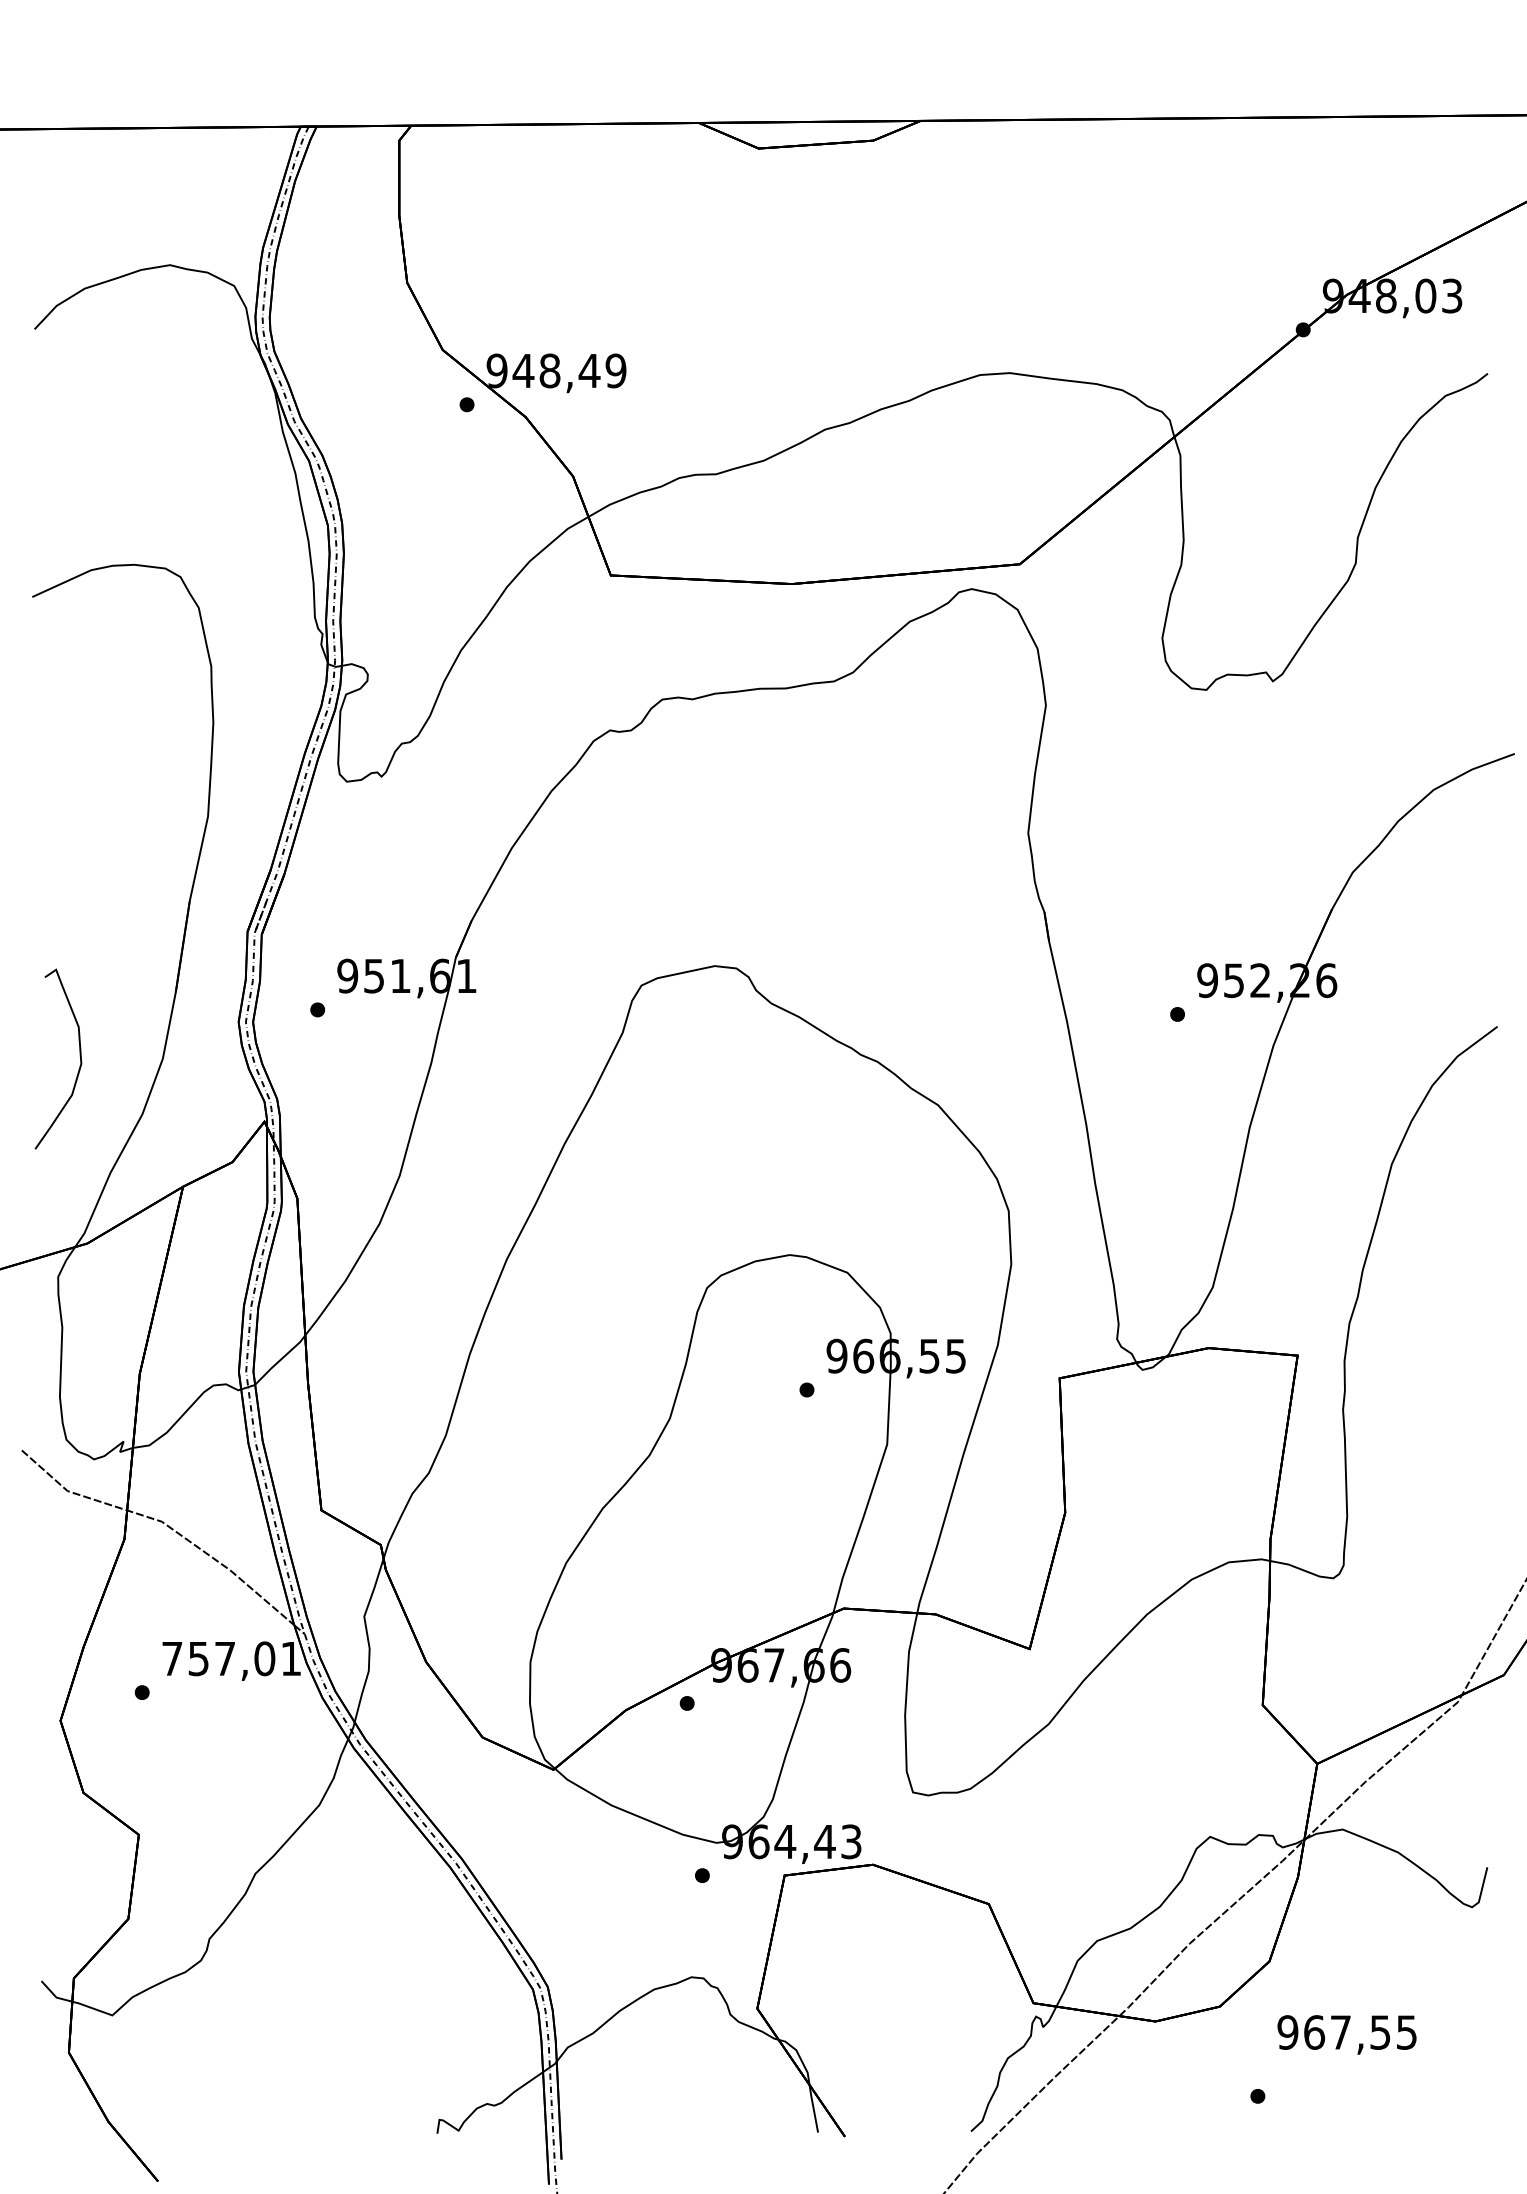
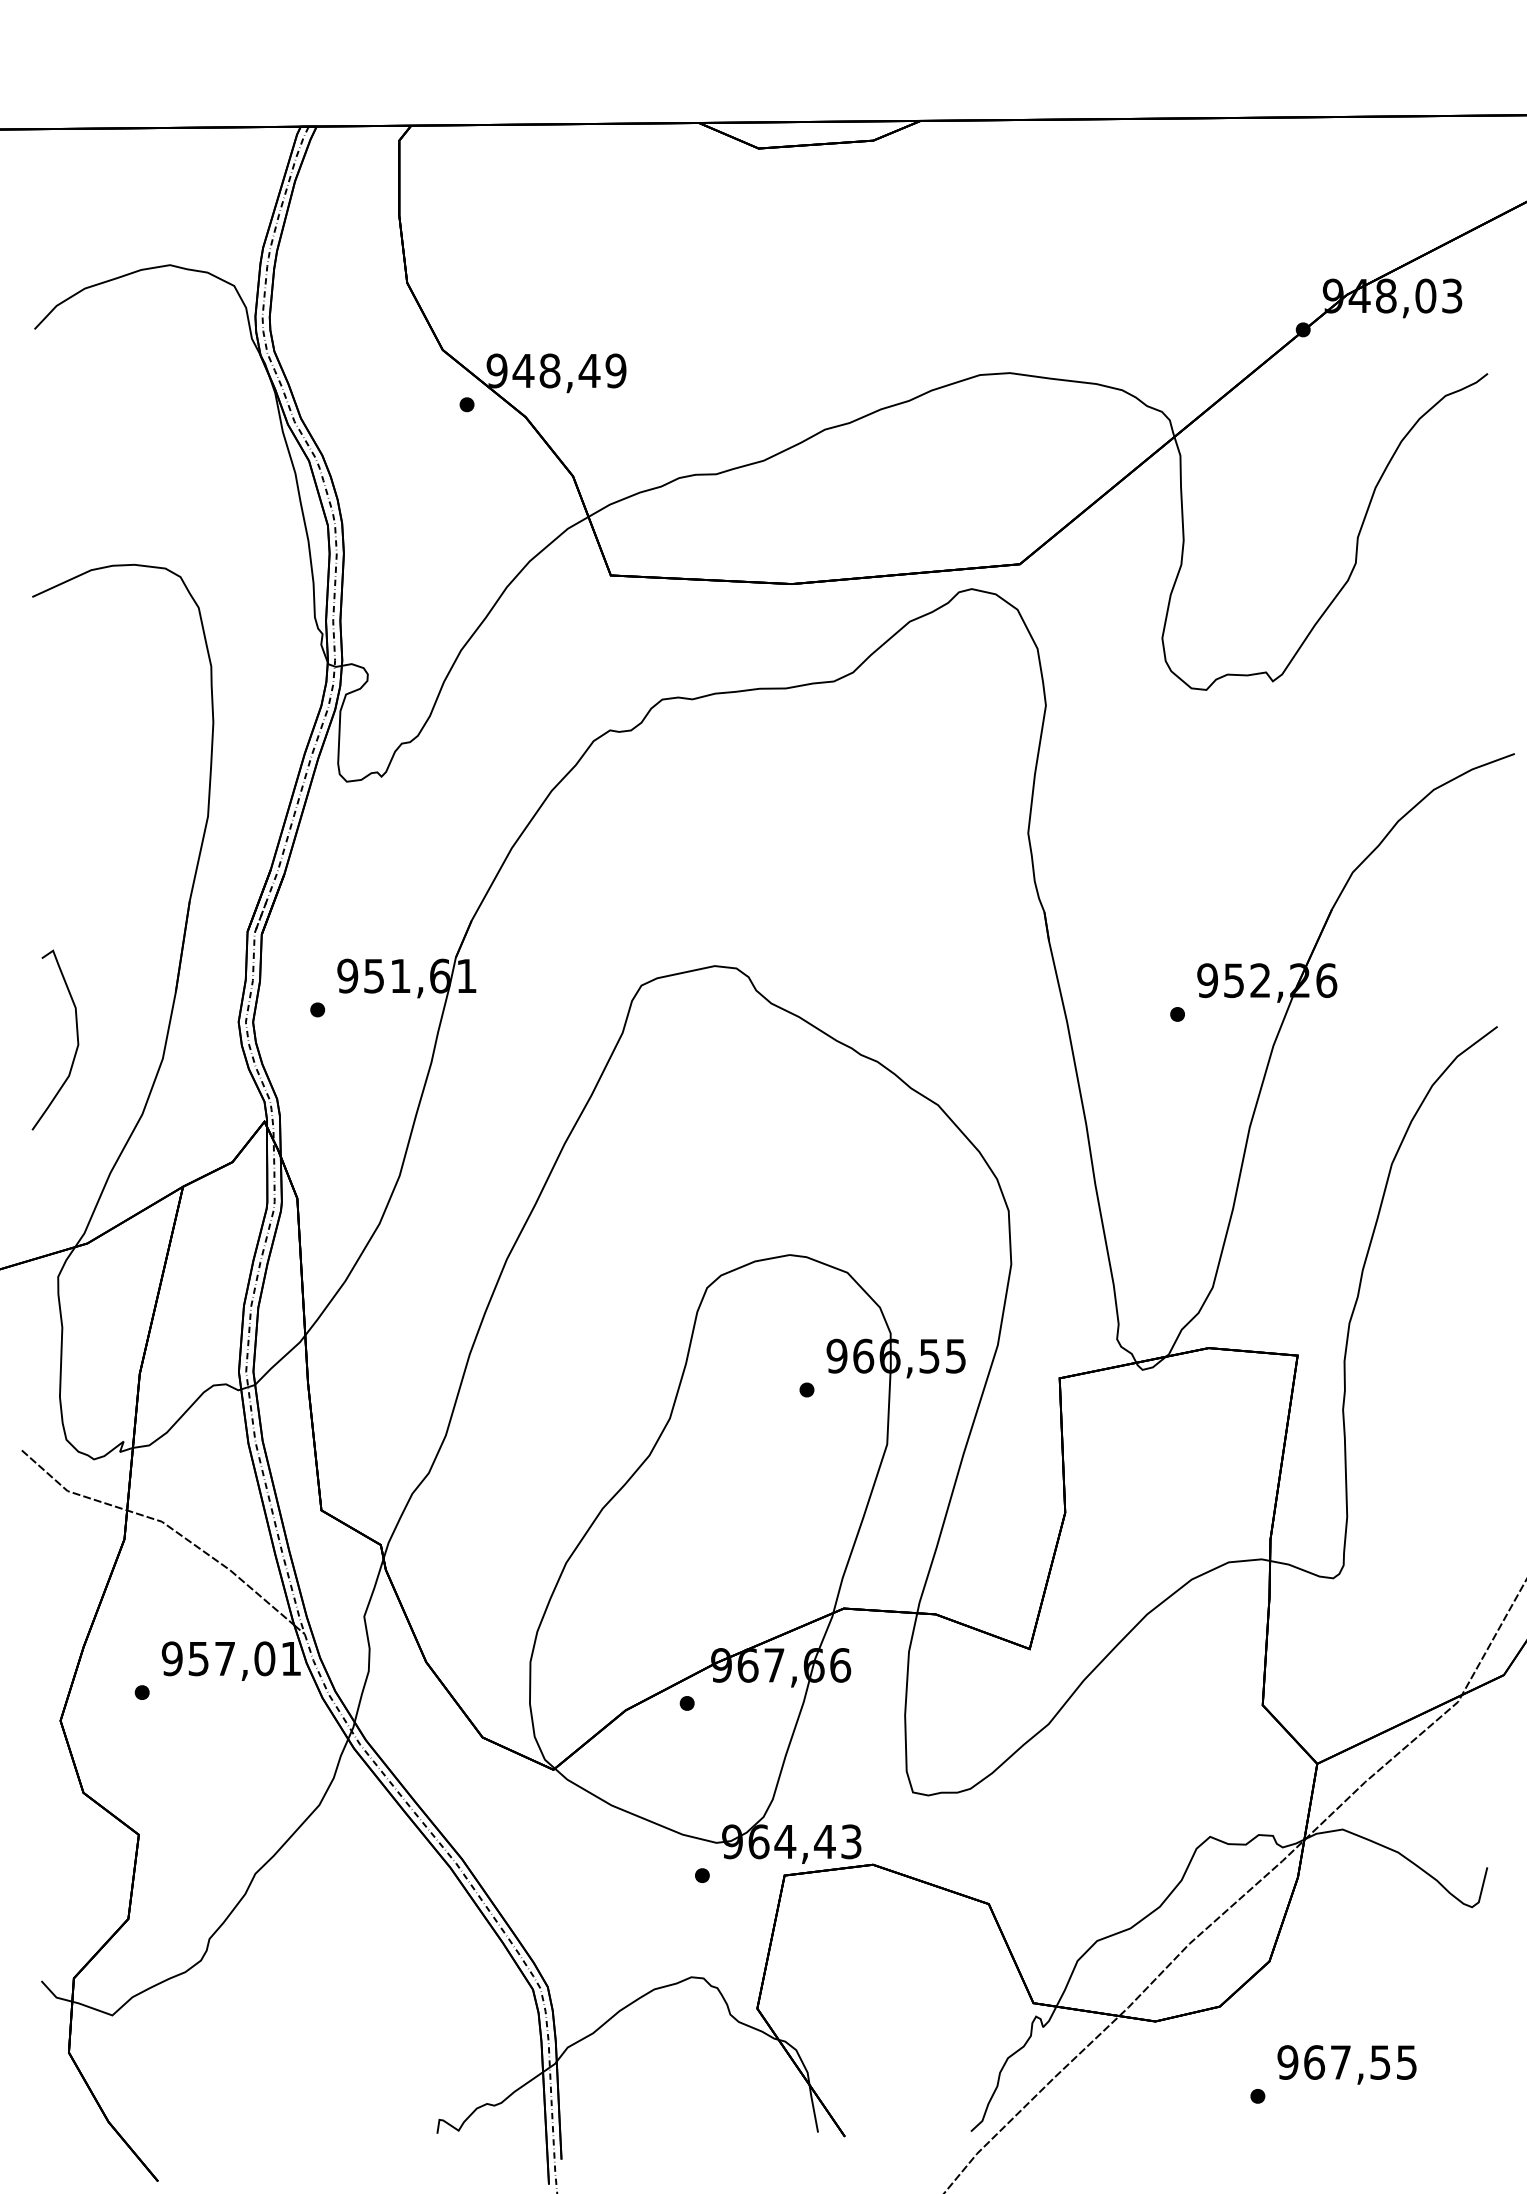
curve at (79, 1055) position: (79, 1055) -> (76, 1036)
text at (171, 1658): 757,01 -> 957,01
text at (1346, 2034) position: (1346, 2034) -> (1346, 2064)
